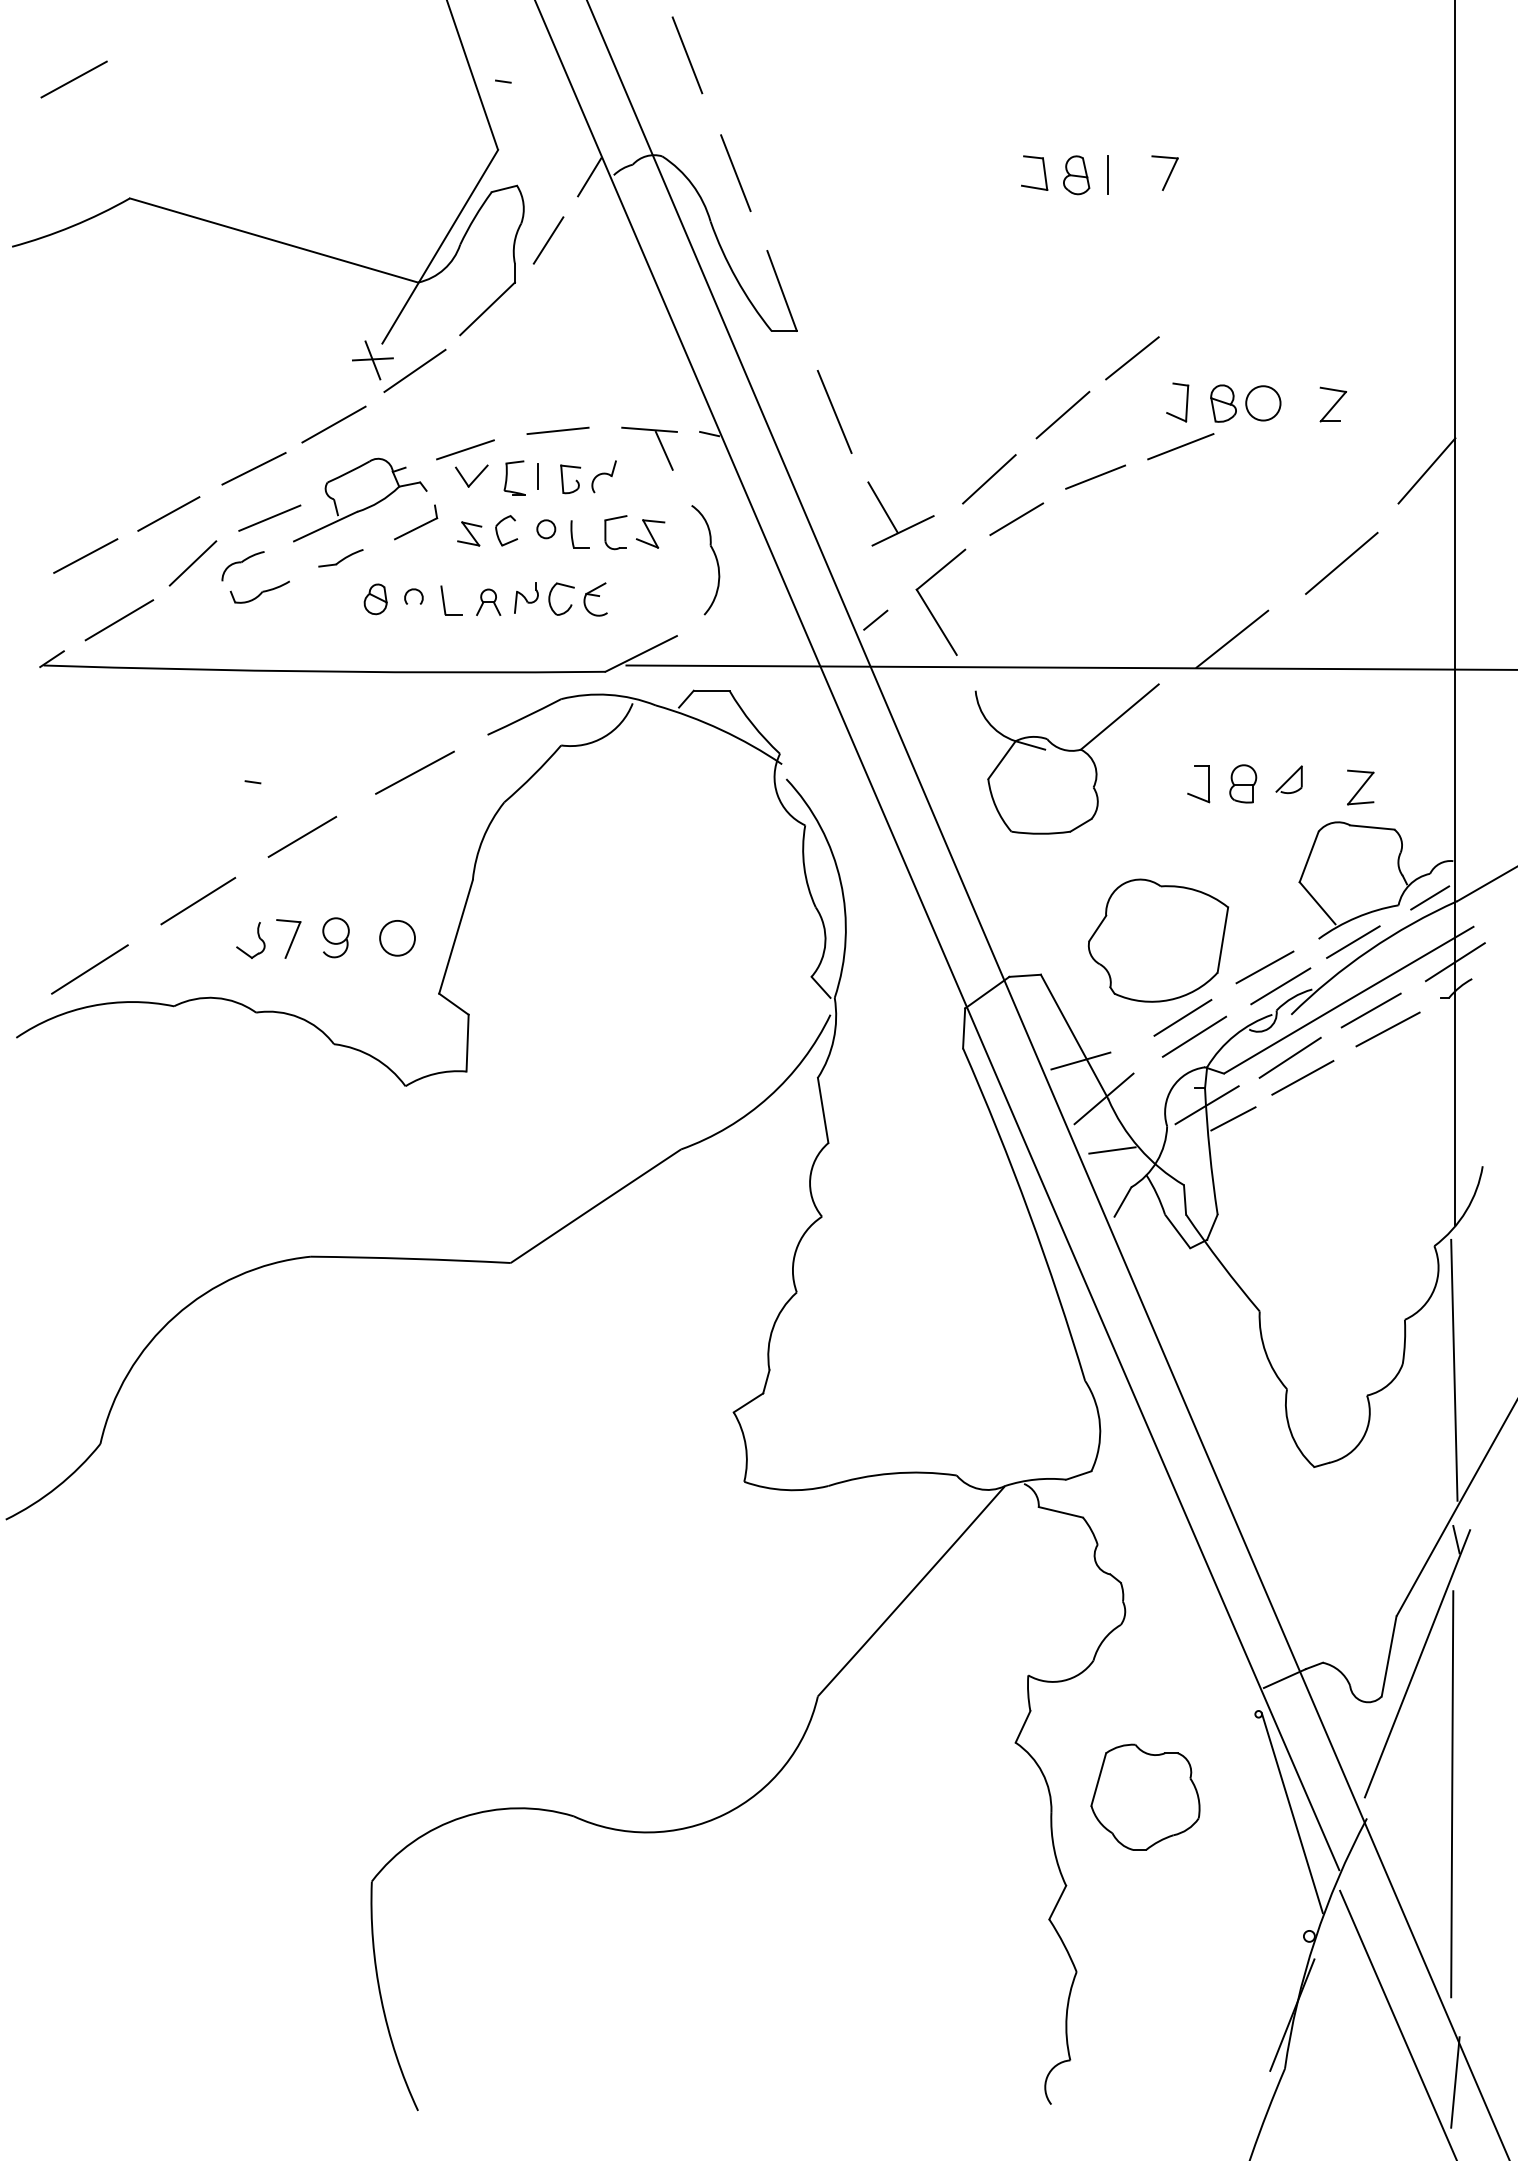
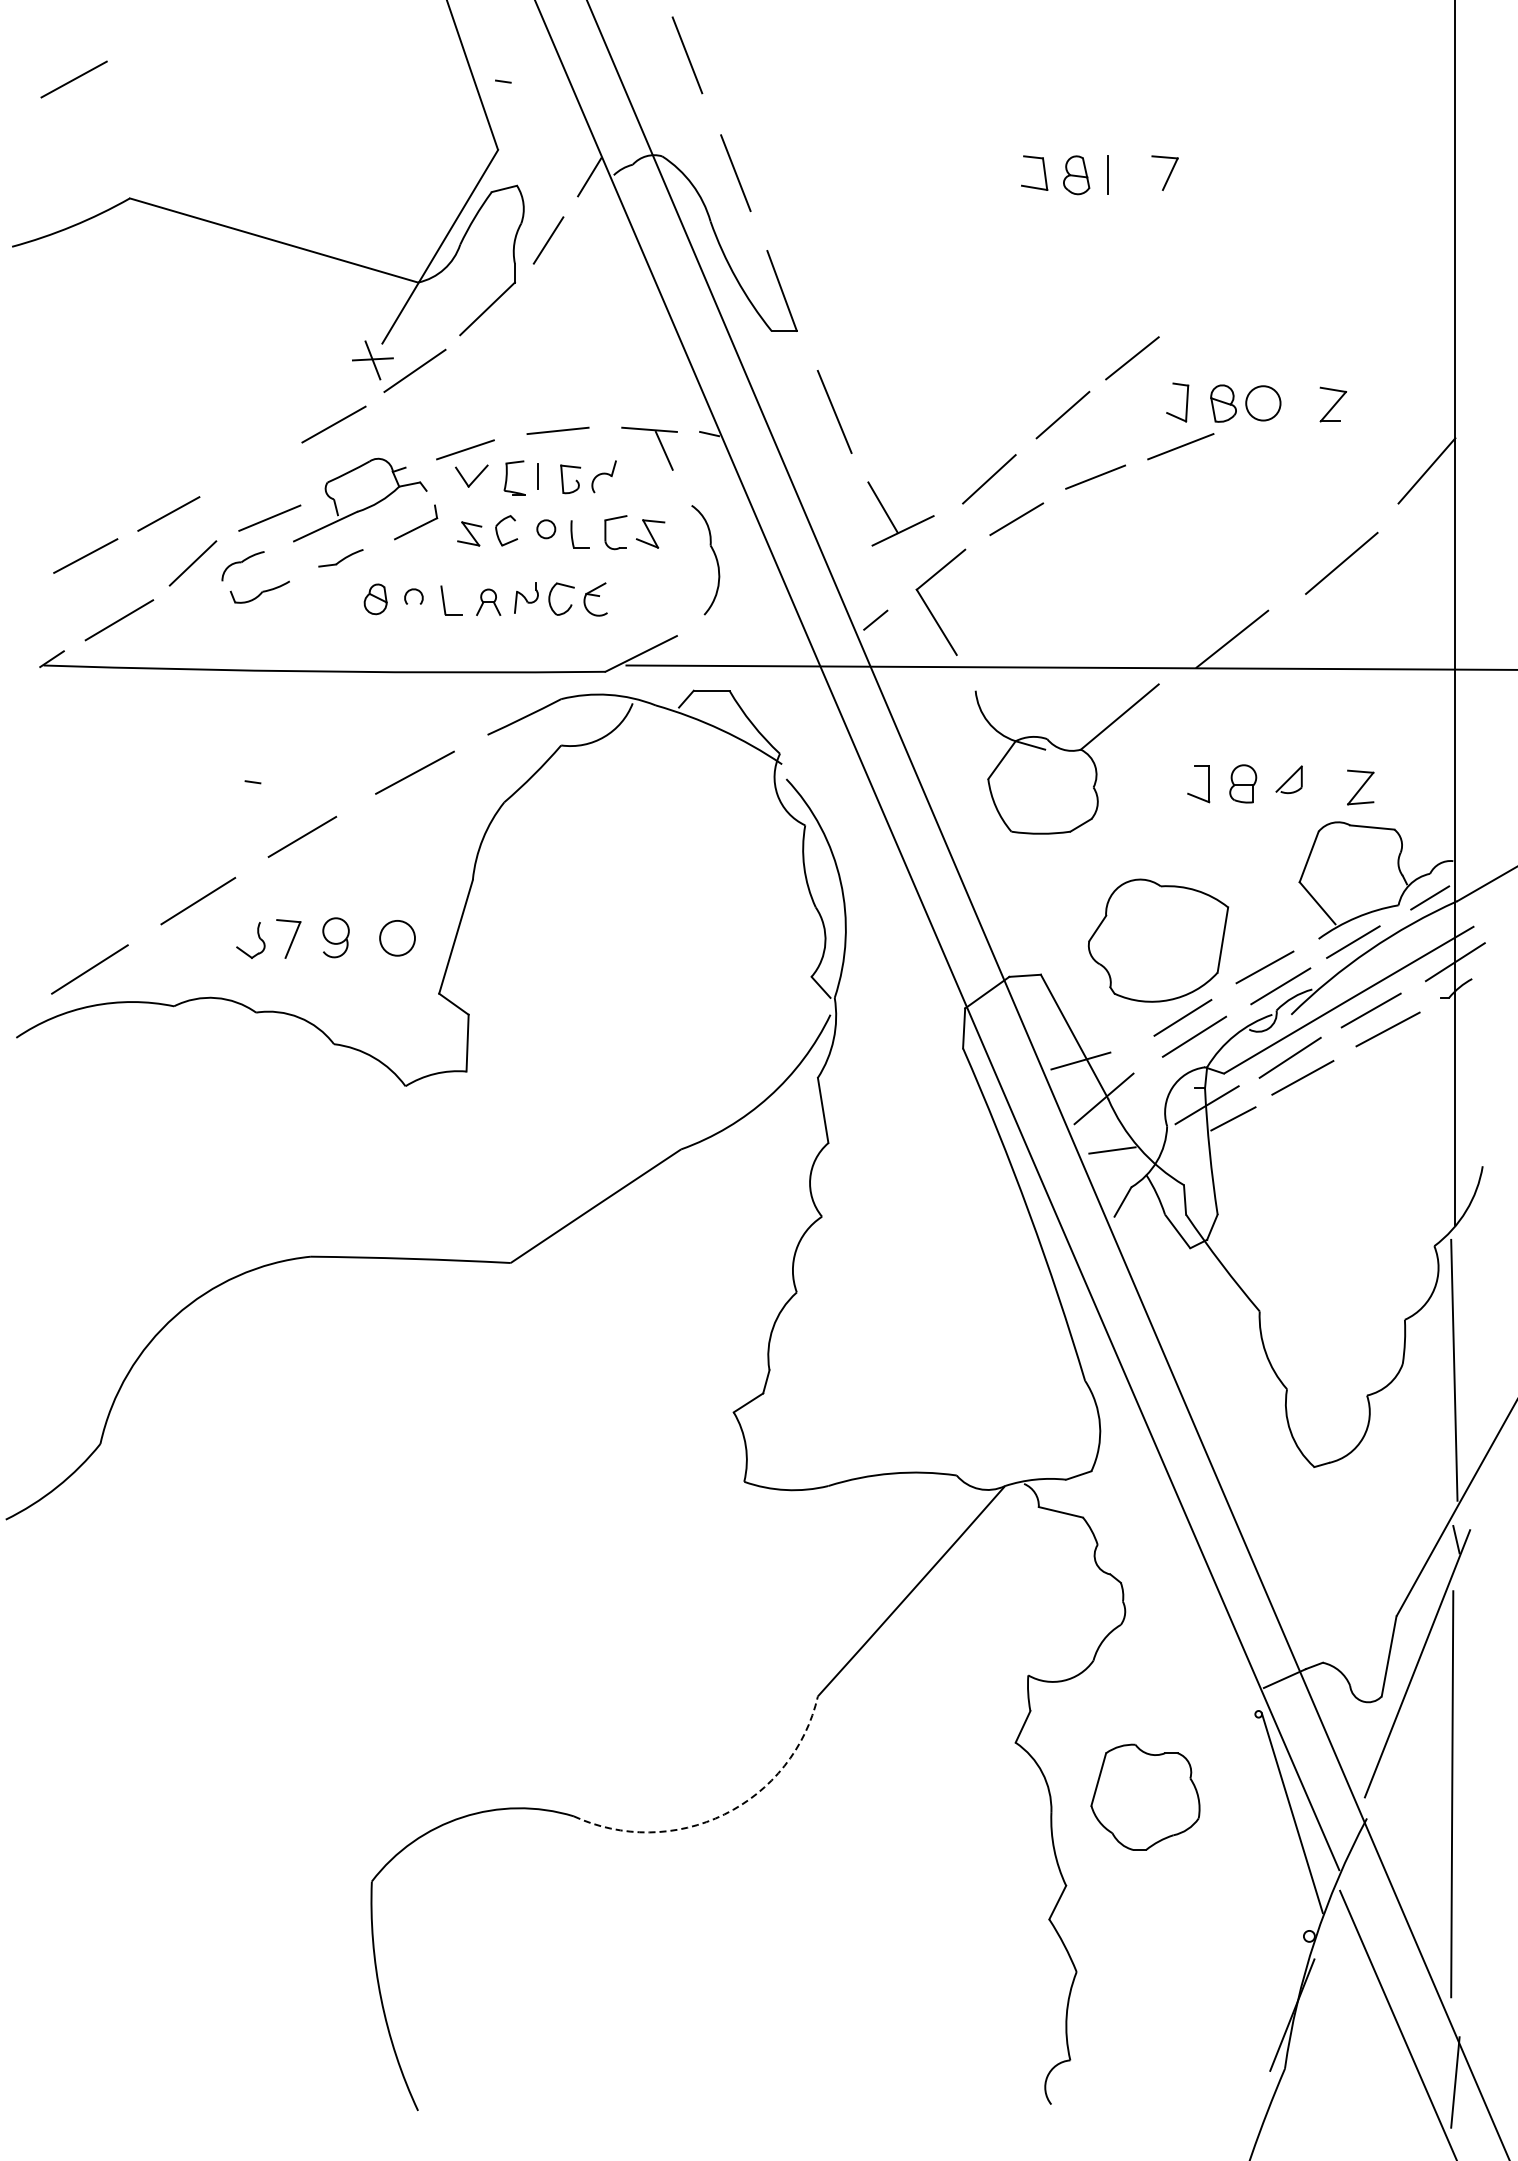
line at (253, 468): present -> none
arc at (724, 1814): solid -> dashed
